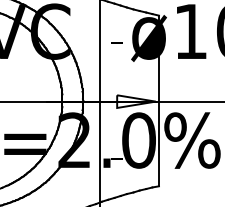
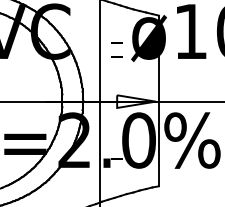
line at (116, 56): none -> present
